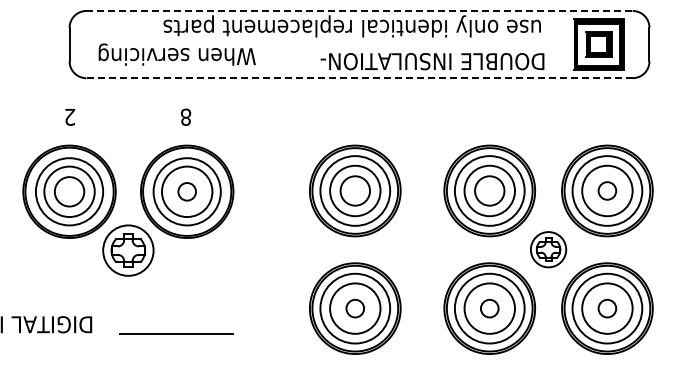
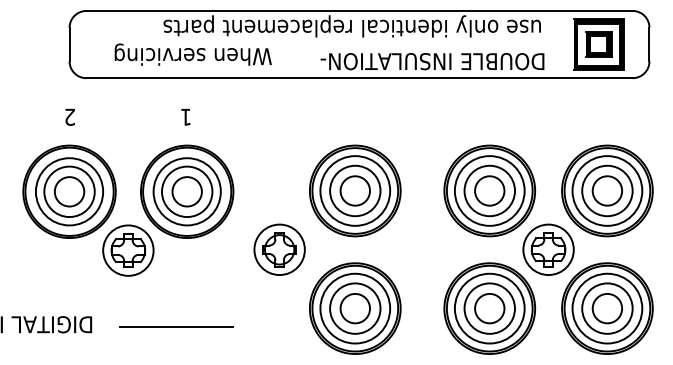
line at (360, 10): dashed -> solid
text at (176, 54) position: (176, 54) -> (192, 54)
line at (359, 78): dashed -> solid
text at (185, 116): 8 -> 1
circle at (607, 190) diameter: 18 px -> 29 px
circle at (187, 191) diameter: 18 px -> 29 px
part at (279, 249): none -> present
part at (548, 249) size: 38x38 px -> 53x53 px
circle at (355, 308) diameter: 18 px -> 29 px
circle at (489, 308) diameter: 18 px -> 29 px
circle at (607, 308) diameter: 18 px -> 29 px
line at (176, 333) position: (176, 333) -> (176, 326)
